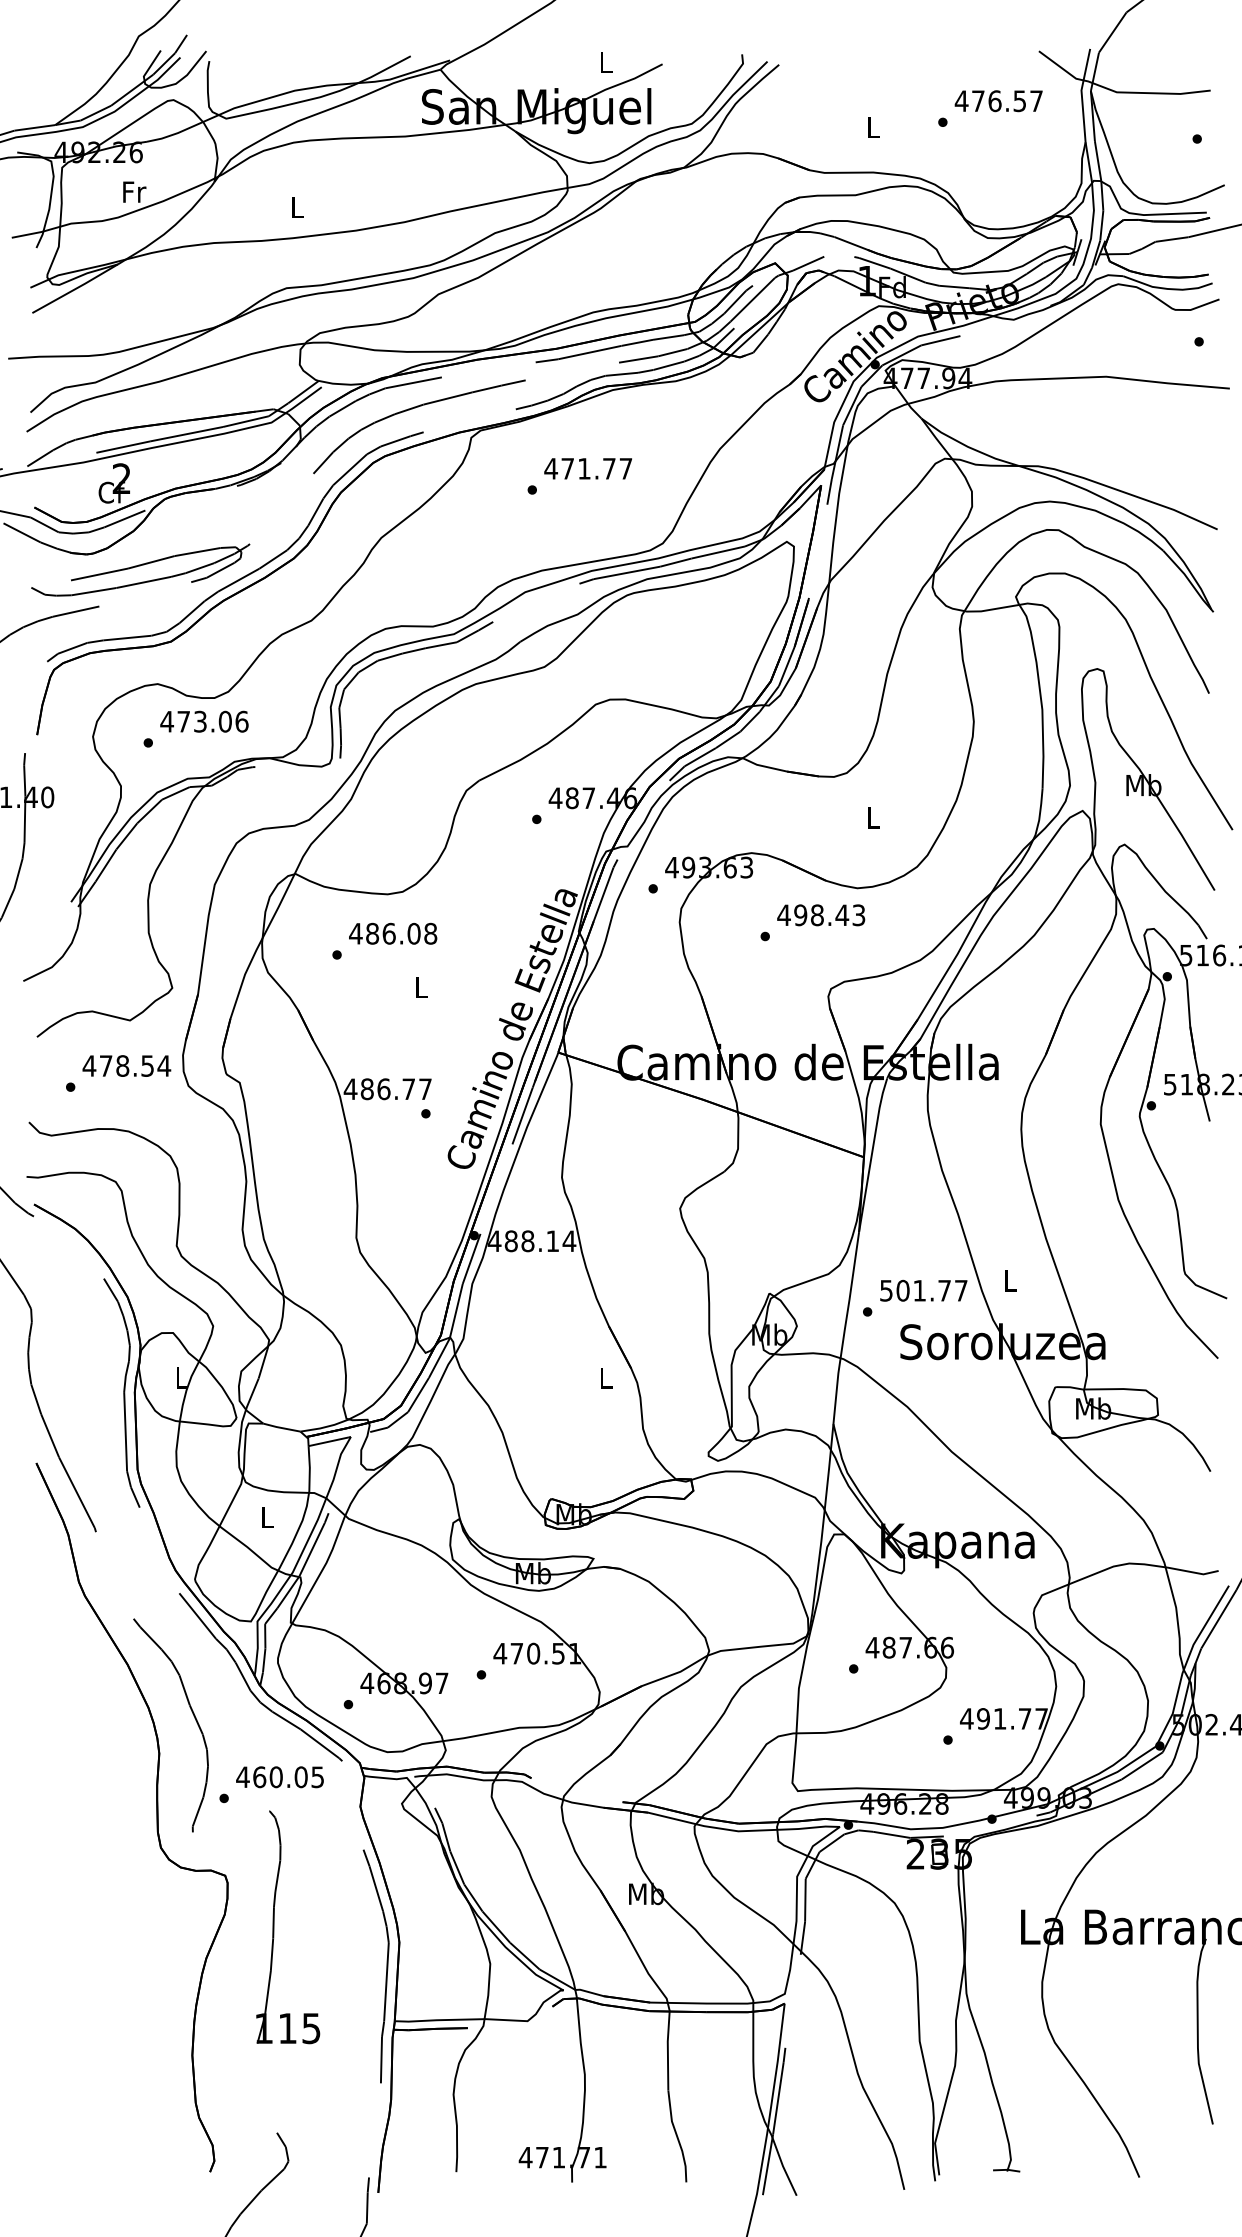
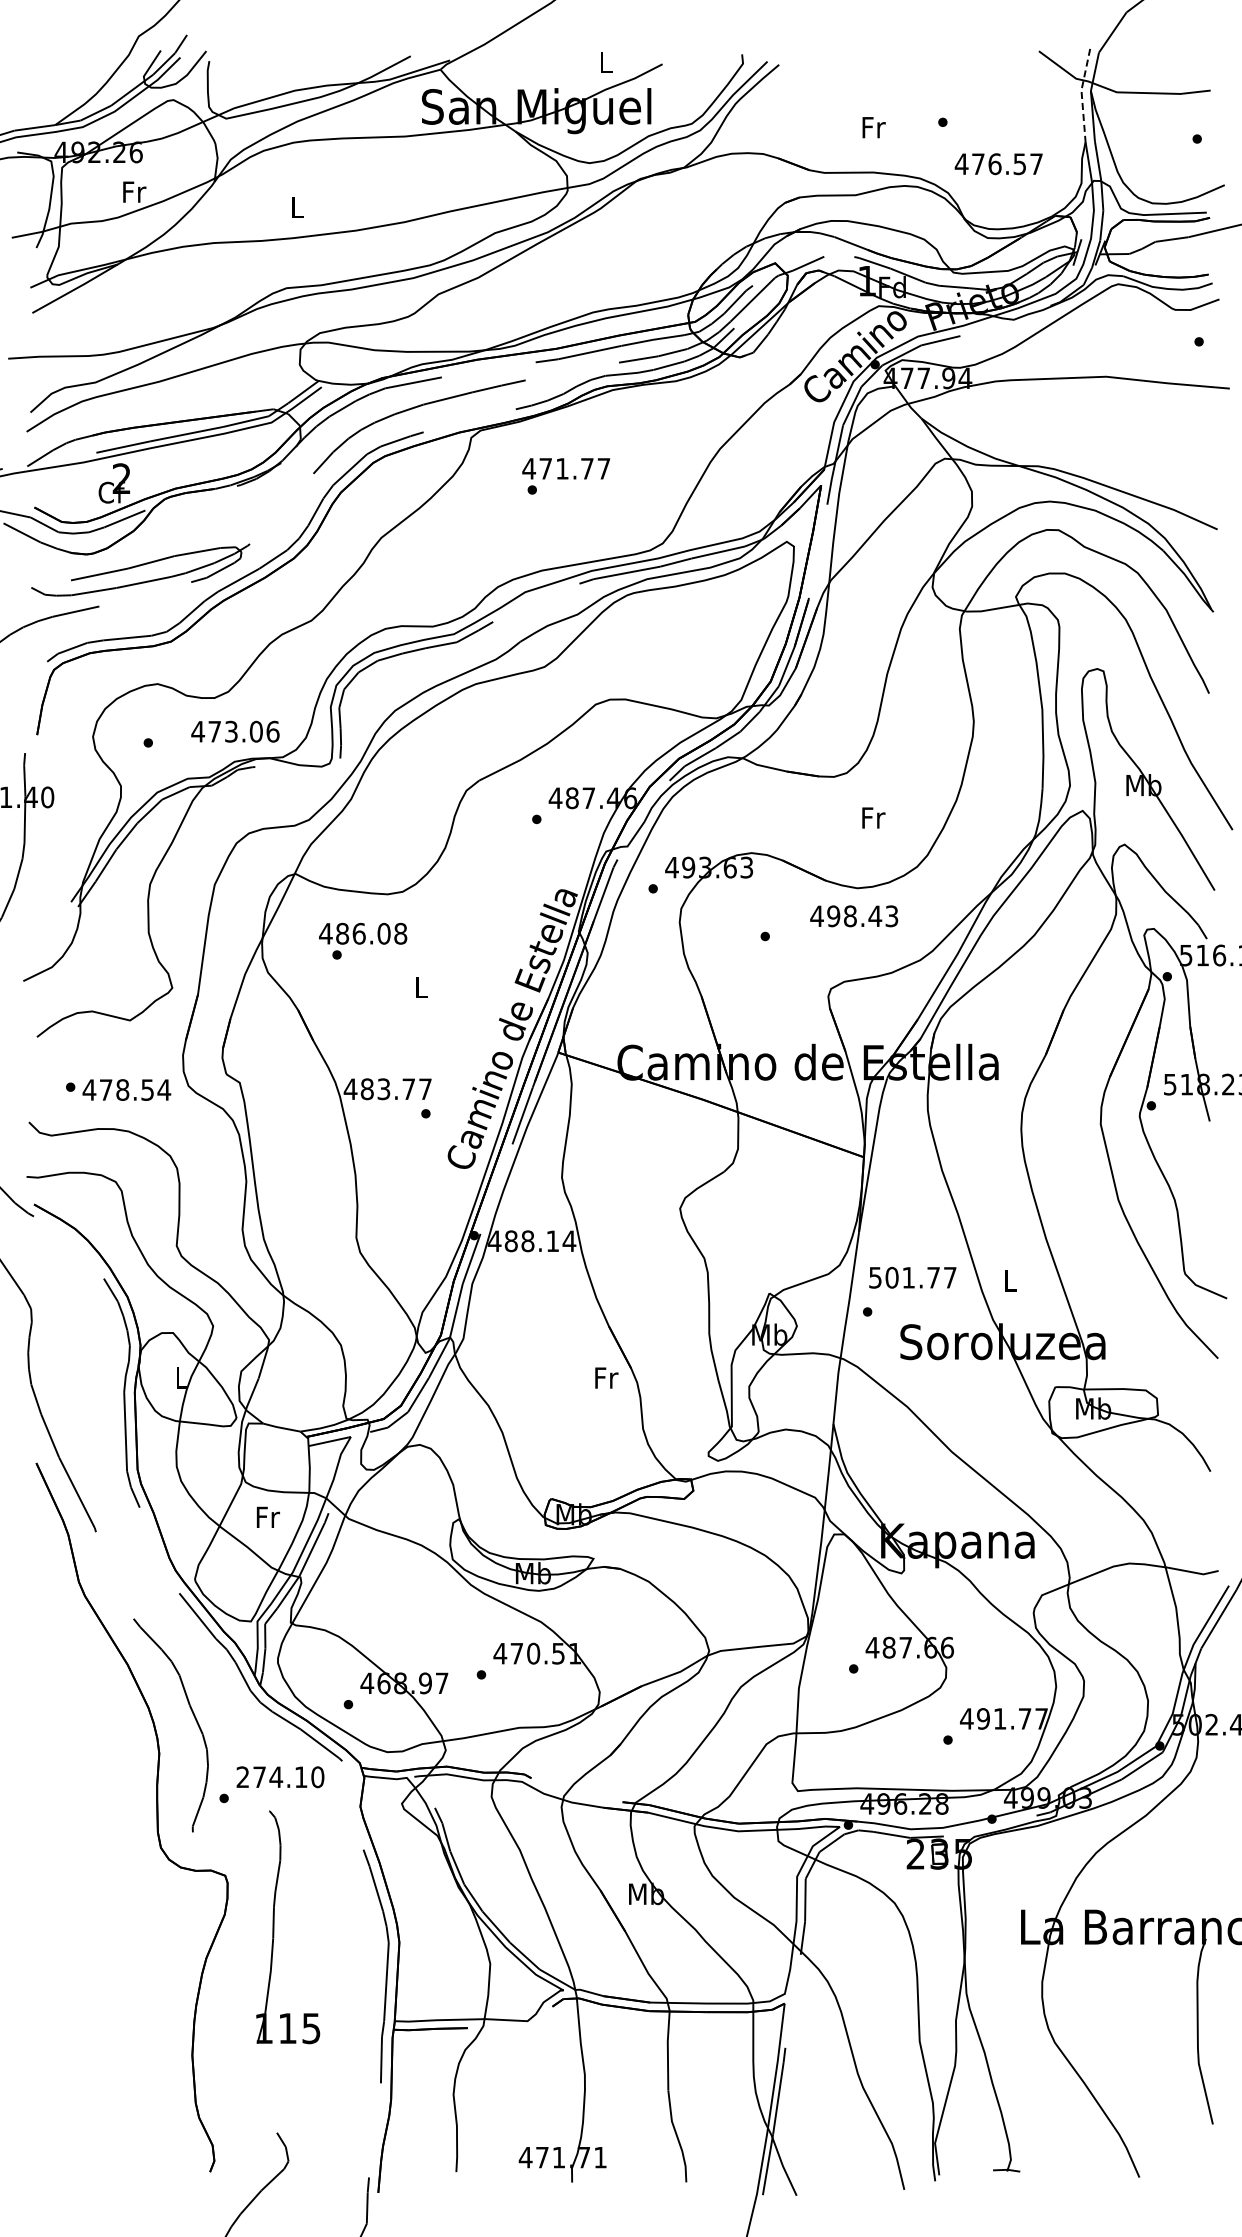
line at (1081, 94): solid -> dashed
text at (998, 101) position: (998, 101) -> (998, 164)
text at (873, 127): L -> Fr
text at (587, 468) position: (587, 468) -> (565, 468)
text at (204, 721) position: (204, 721) -> (235, 731)
text at (873, 817): L -> Fr
text at (821, 915) position: (821, 915) -> (854, 916)
text at (393, 933) position: (393, 933) -> (363, 933)
text at (126, 1065) position: (126, 1065) -> (126, 1089)
text at (383, 1089): 486.77 -> 483.77
text at (923, 1290) position: (923, 1290) -> (912, 1277)
text at (606, 1377): L -> Fr
text at (267, 1516): L -> Fr
text at (280, 1777): 460.05 -> 274.10
